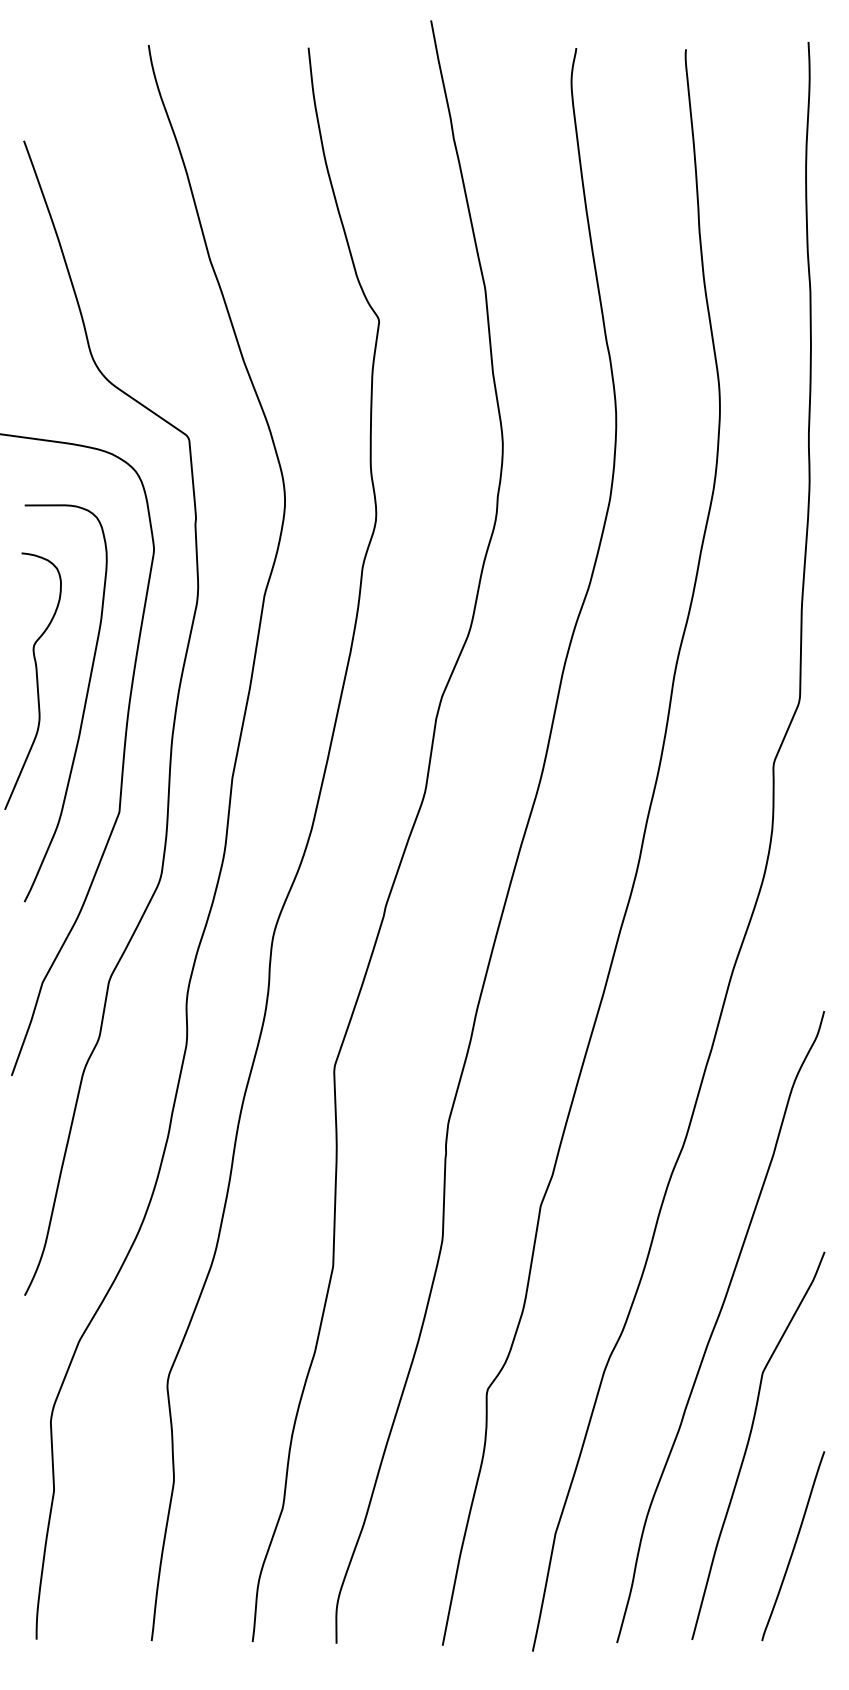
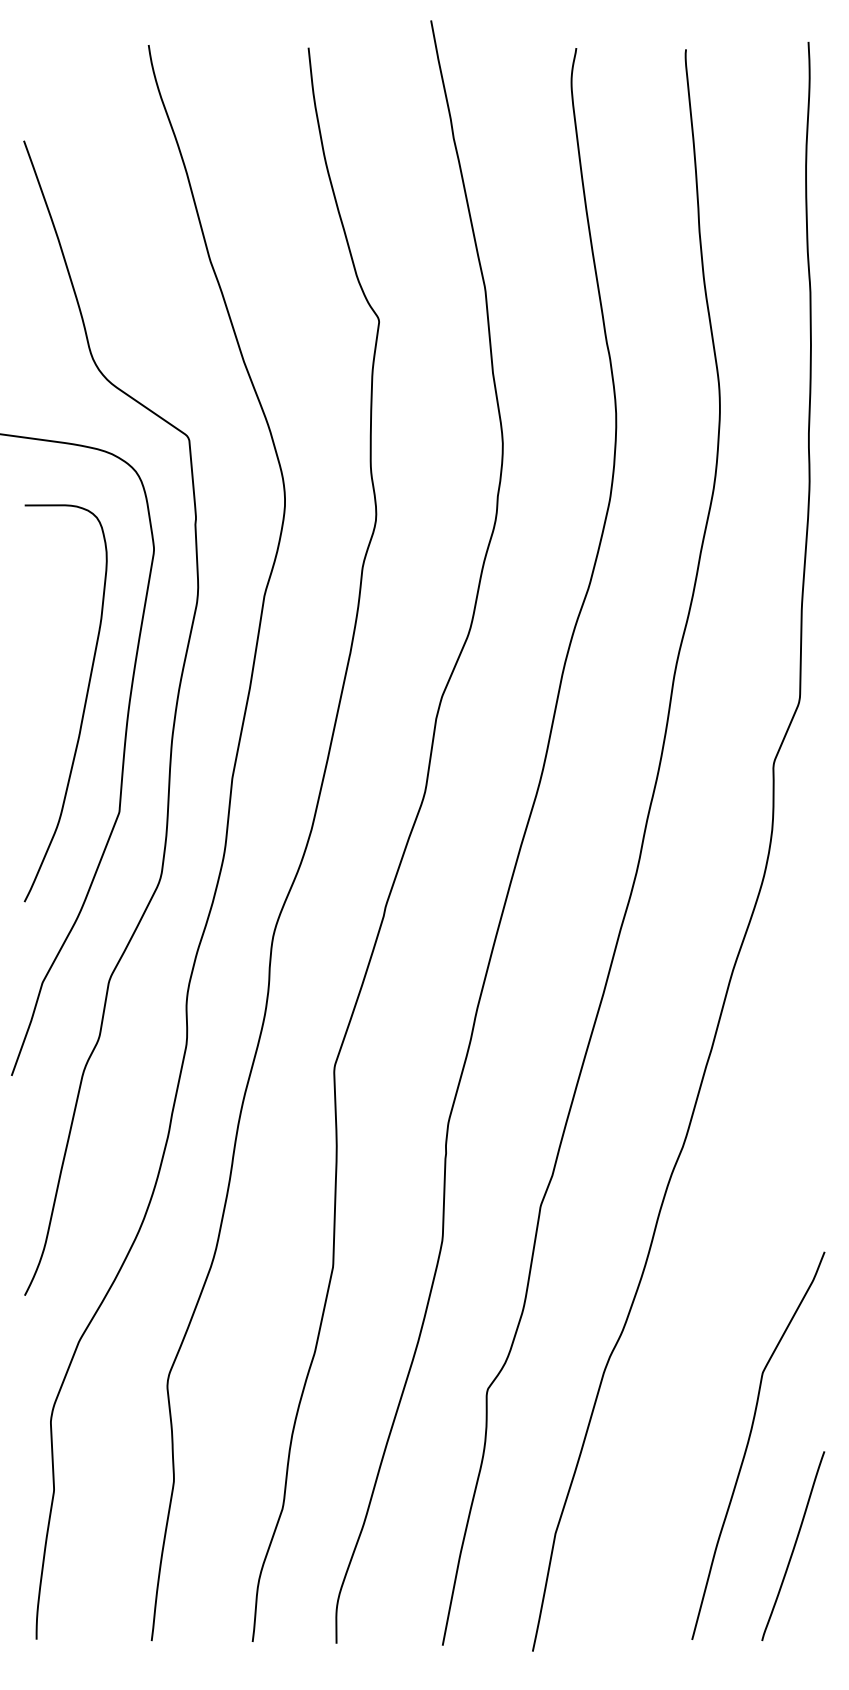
curve at (36, 681): present -> none
curve at (716, 1325): present -> none
